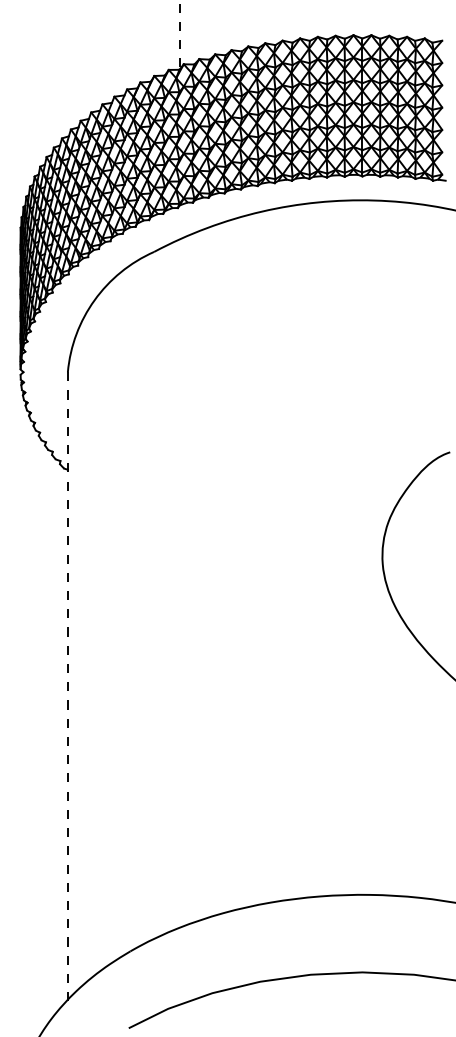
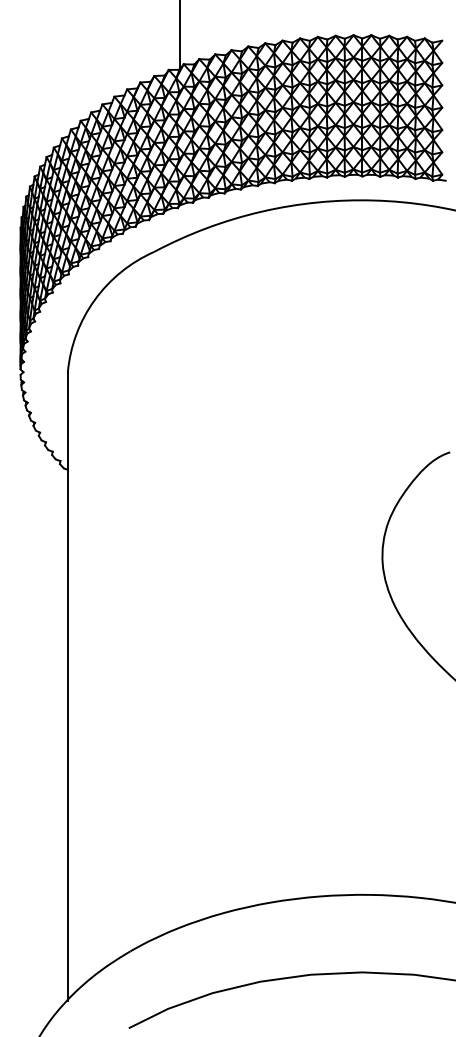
line at (180, 35): dashed -> solid
line at (67, 686): dashed -> solid
